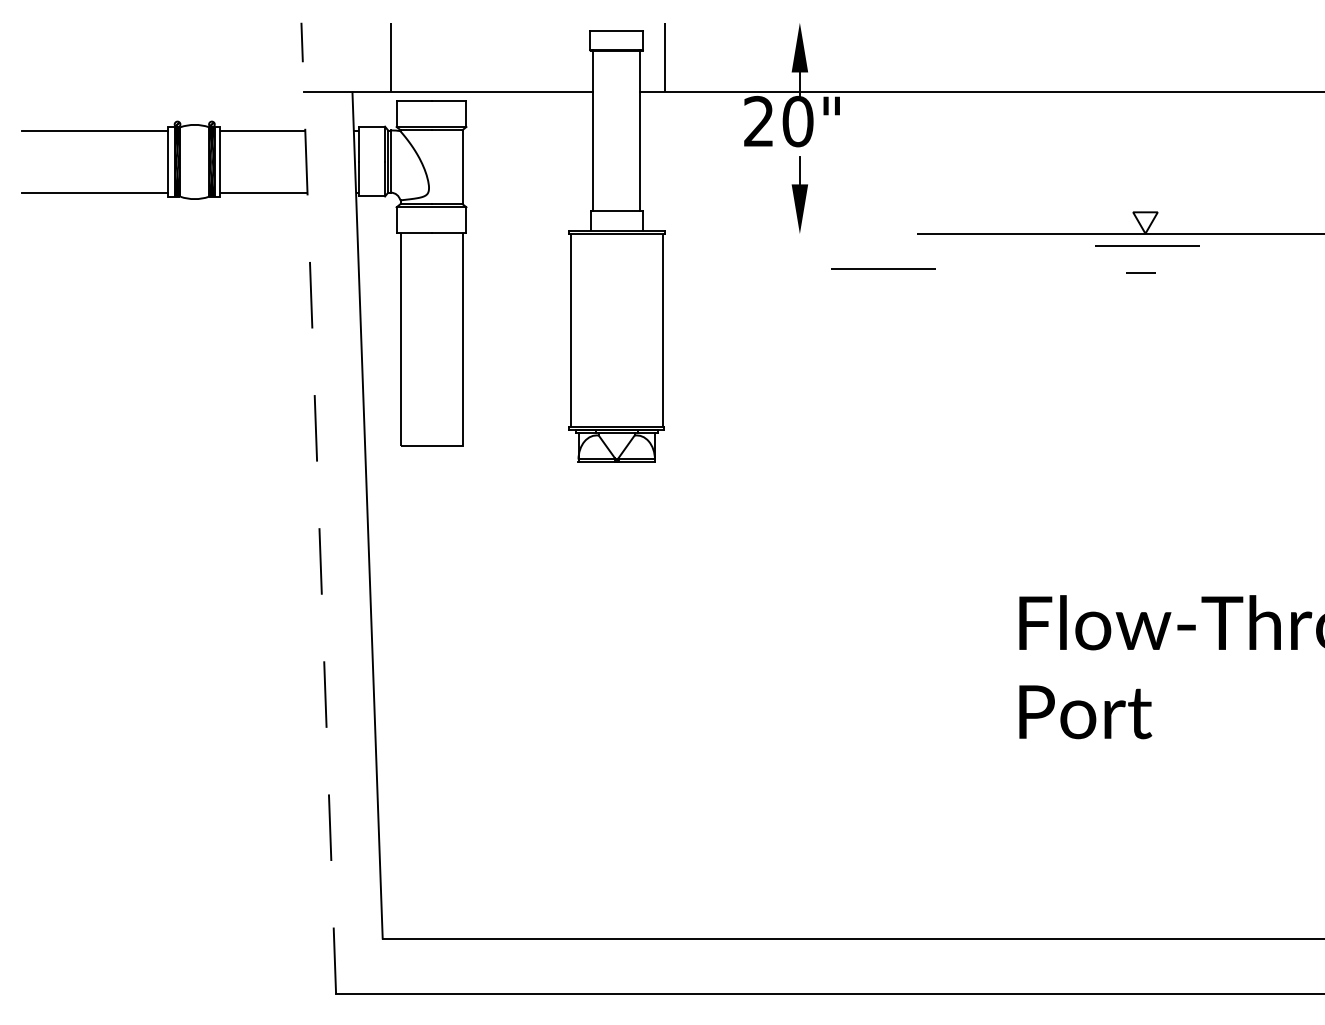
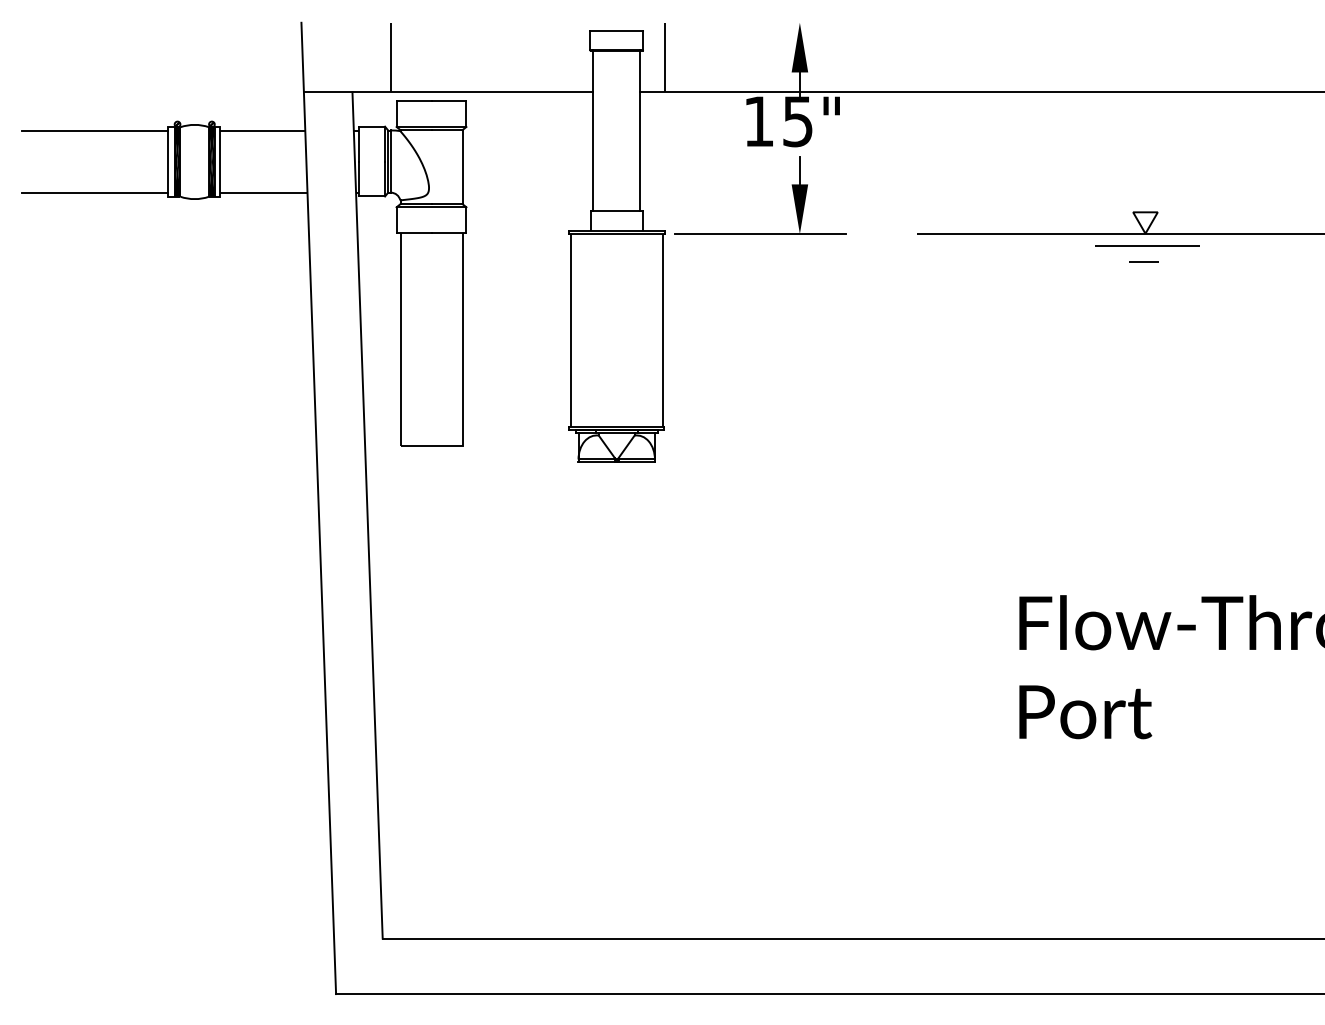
text at (778, 121): 20" -> 15"
line at (760, 234): none -> present
line at (883, 268): present -> none
line at (1140, 272) position: (1140, 272) -> (1143, 261)
line at (318, 508): dashed -> solid
